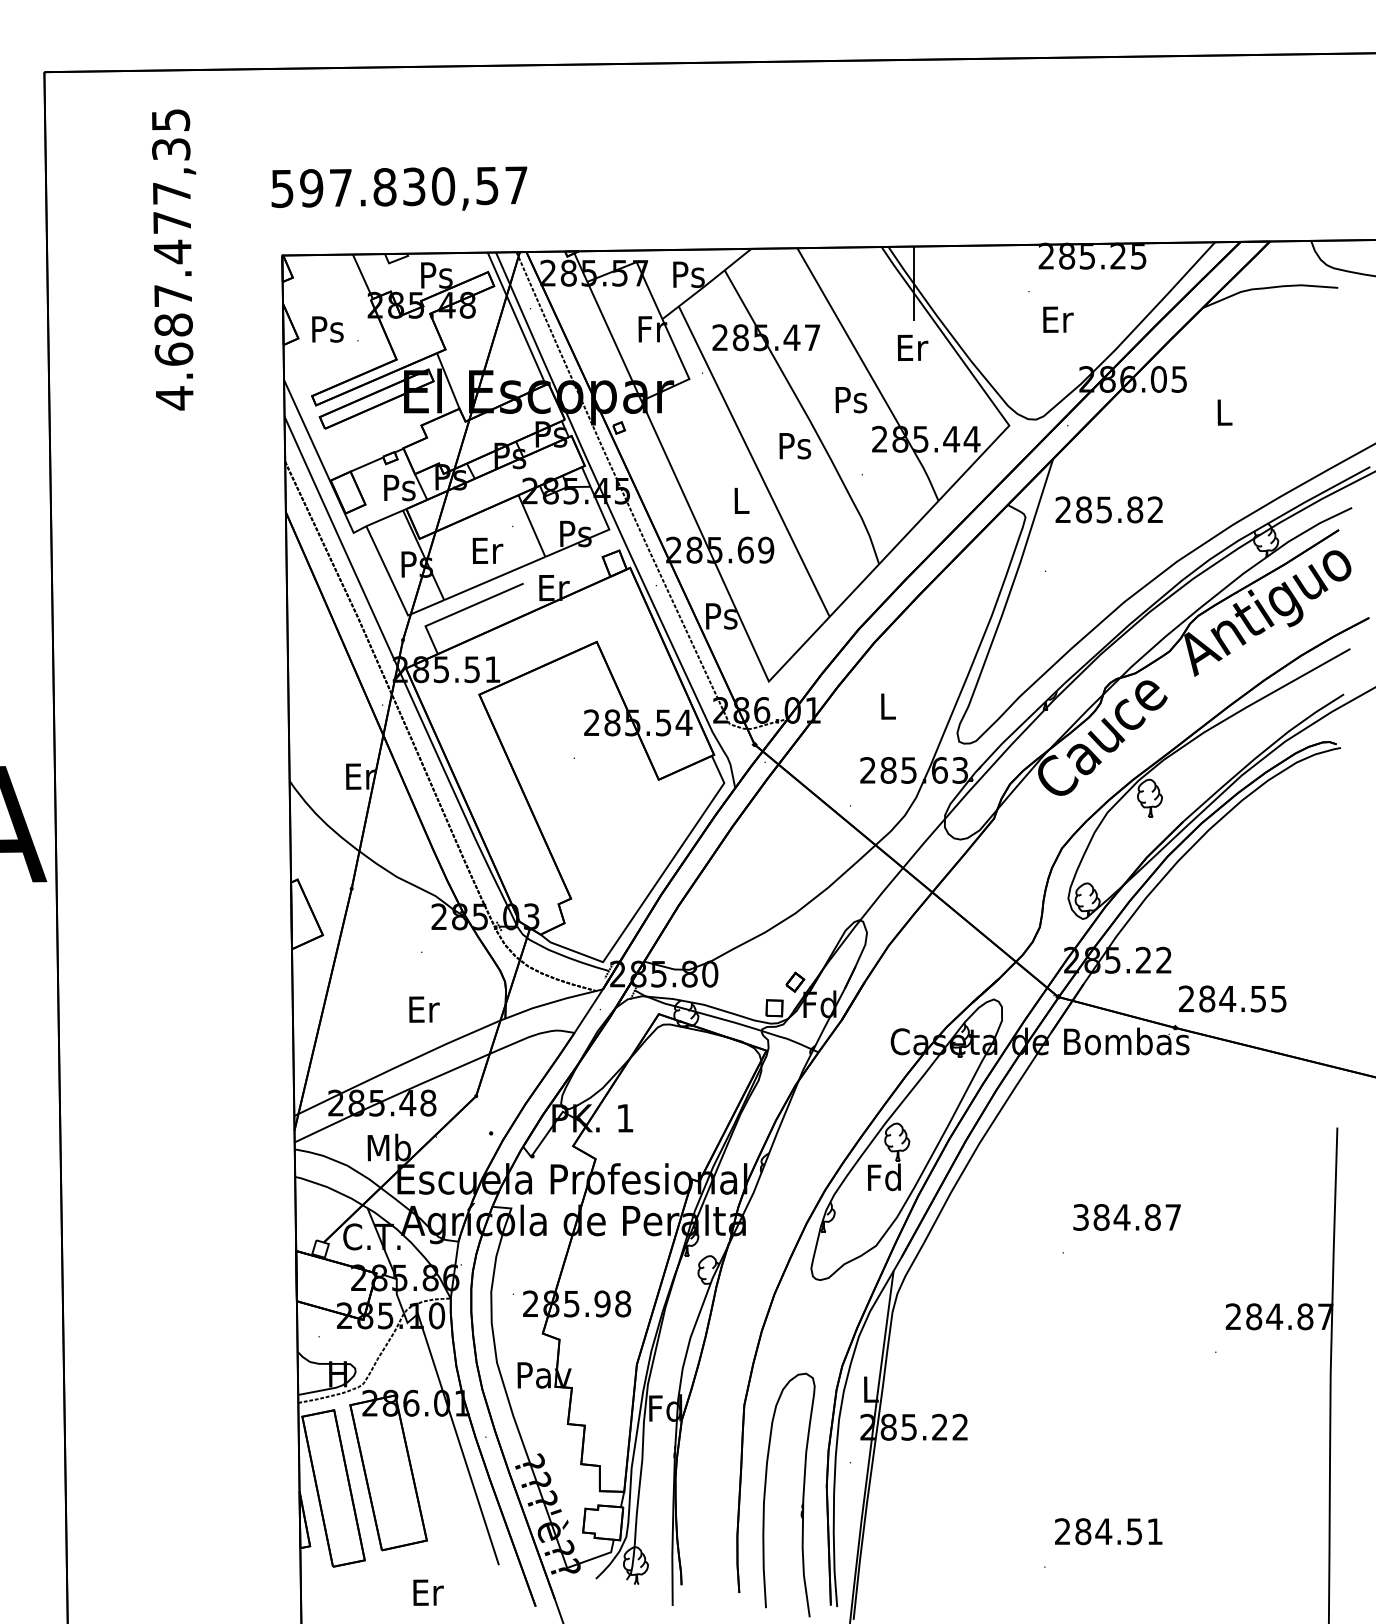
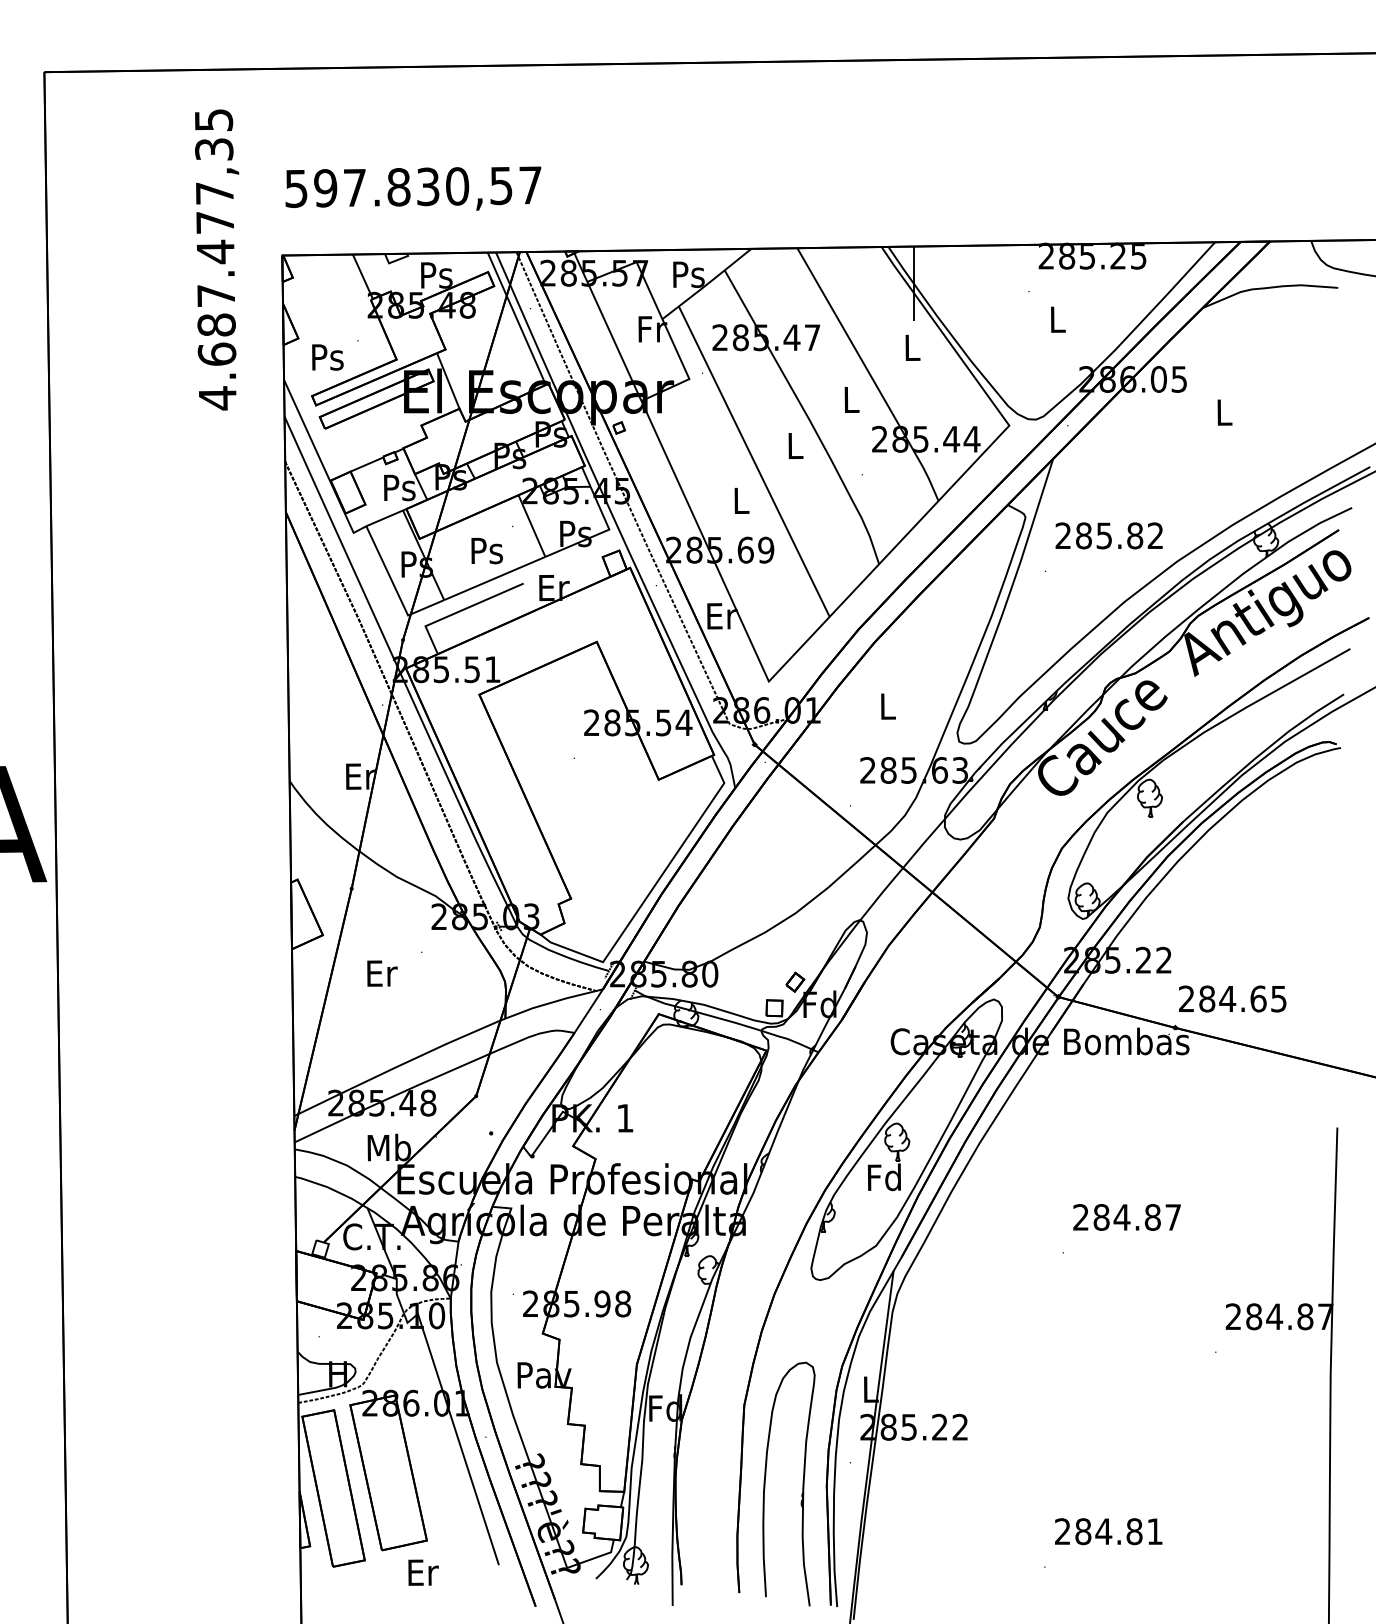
text at (399, 188) position: (399, 188) -> (413, 188)
text at (174, 259) position: (174, 259) -> (217, 259)
text at (1058, 319): Er -> L
text at (327, 329) position: (327, 329) -> (327, 357)
text at (912, 347): Er -> L
text at (851, 400): Ps -> L
text at (795, 446): Ps -> L
text at (1108, 509) position: (1108, 509) -> (1108, 535)
text at (487, 550): Er -> Ps
text at (721, 616): Ps -> Er
text at (1258, 998): 284.55 -> 284.65
text at (424, 1009) position: (424, 1009) -> (382, 973)
text at (1080, 1217): 384.87 -> 284.87
part at (802, 1494) position: (802, 1494) -> (802, 1483)
text at (1134, 1531): 284.51 -> 284.81
text at (428, 1592) position: (428, 1592) -> (423, 1572)
